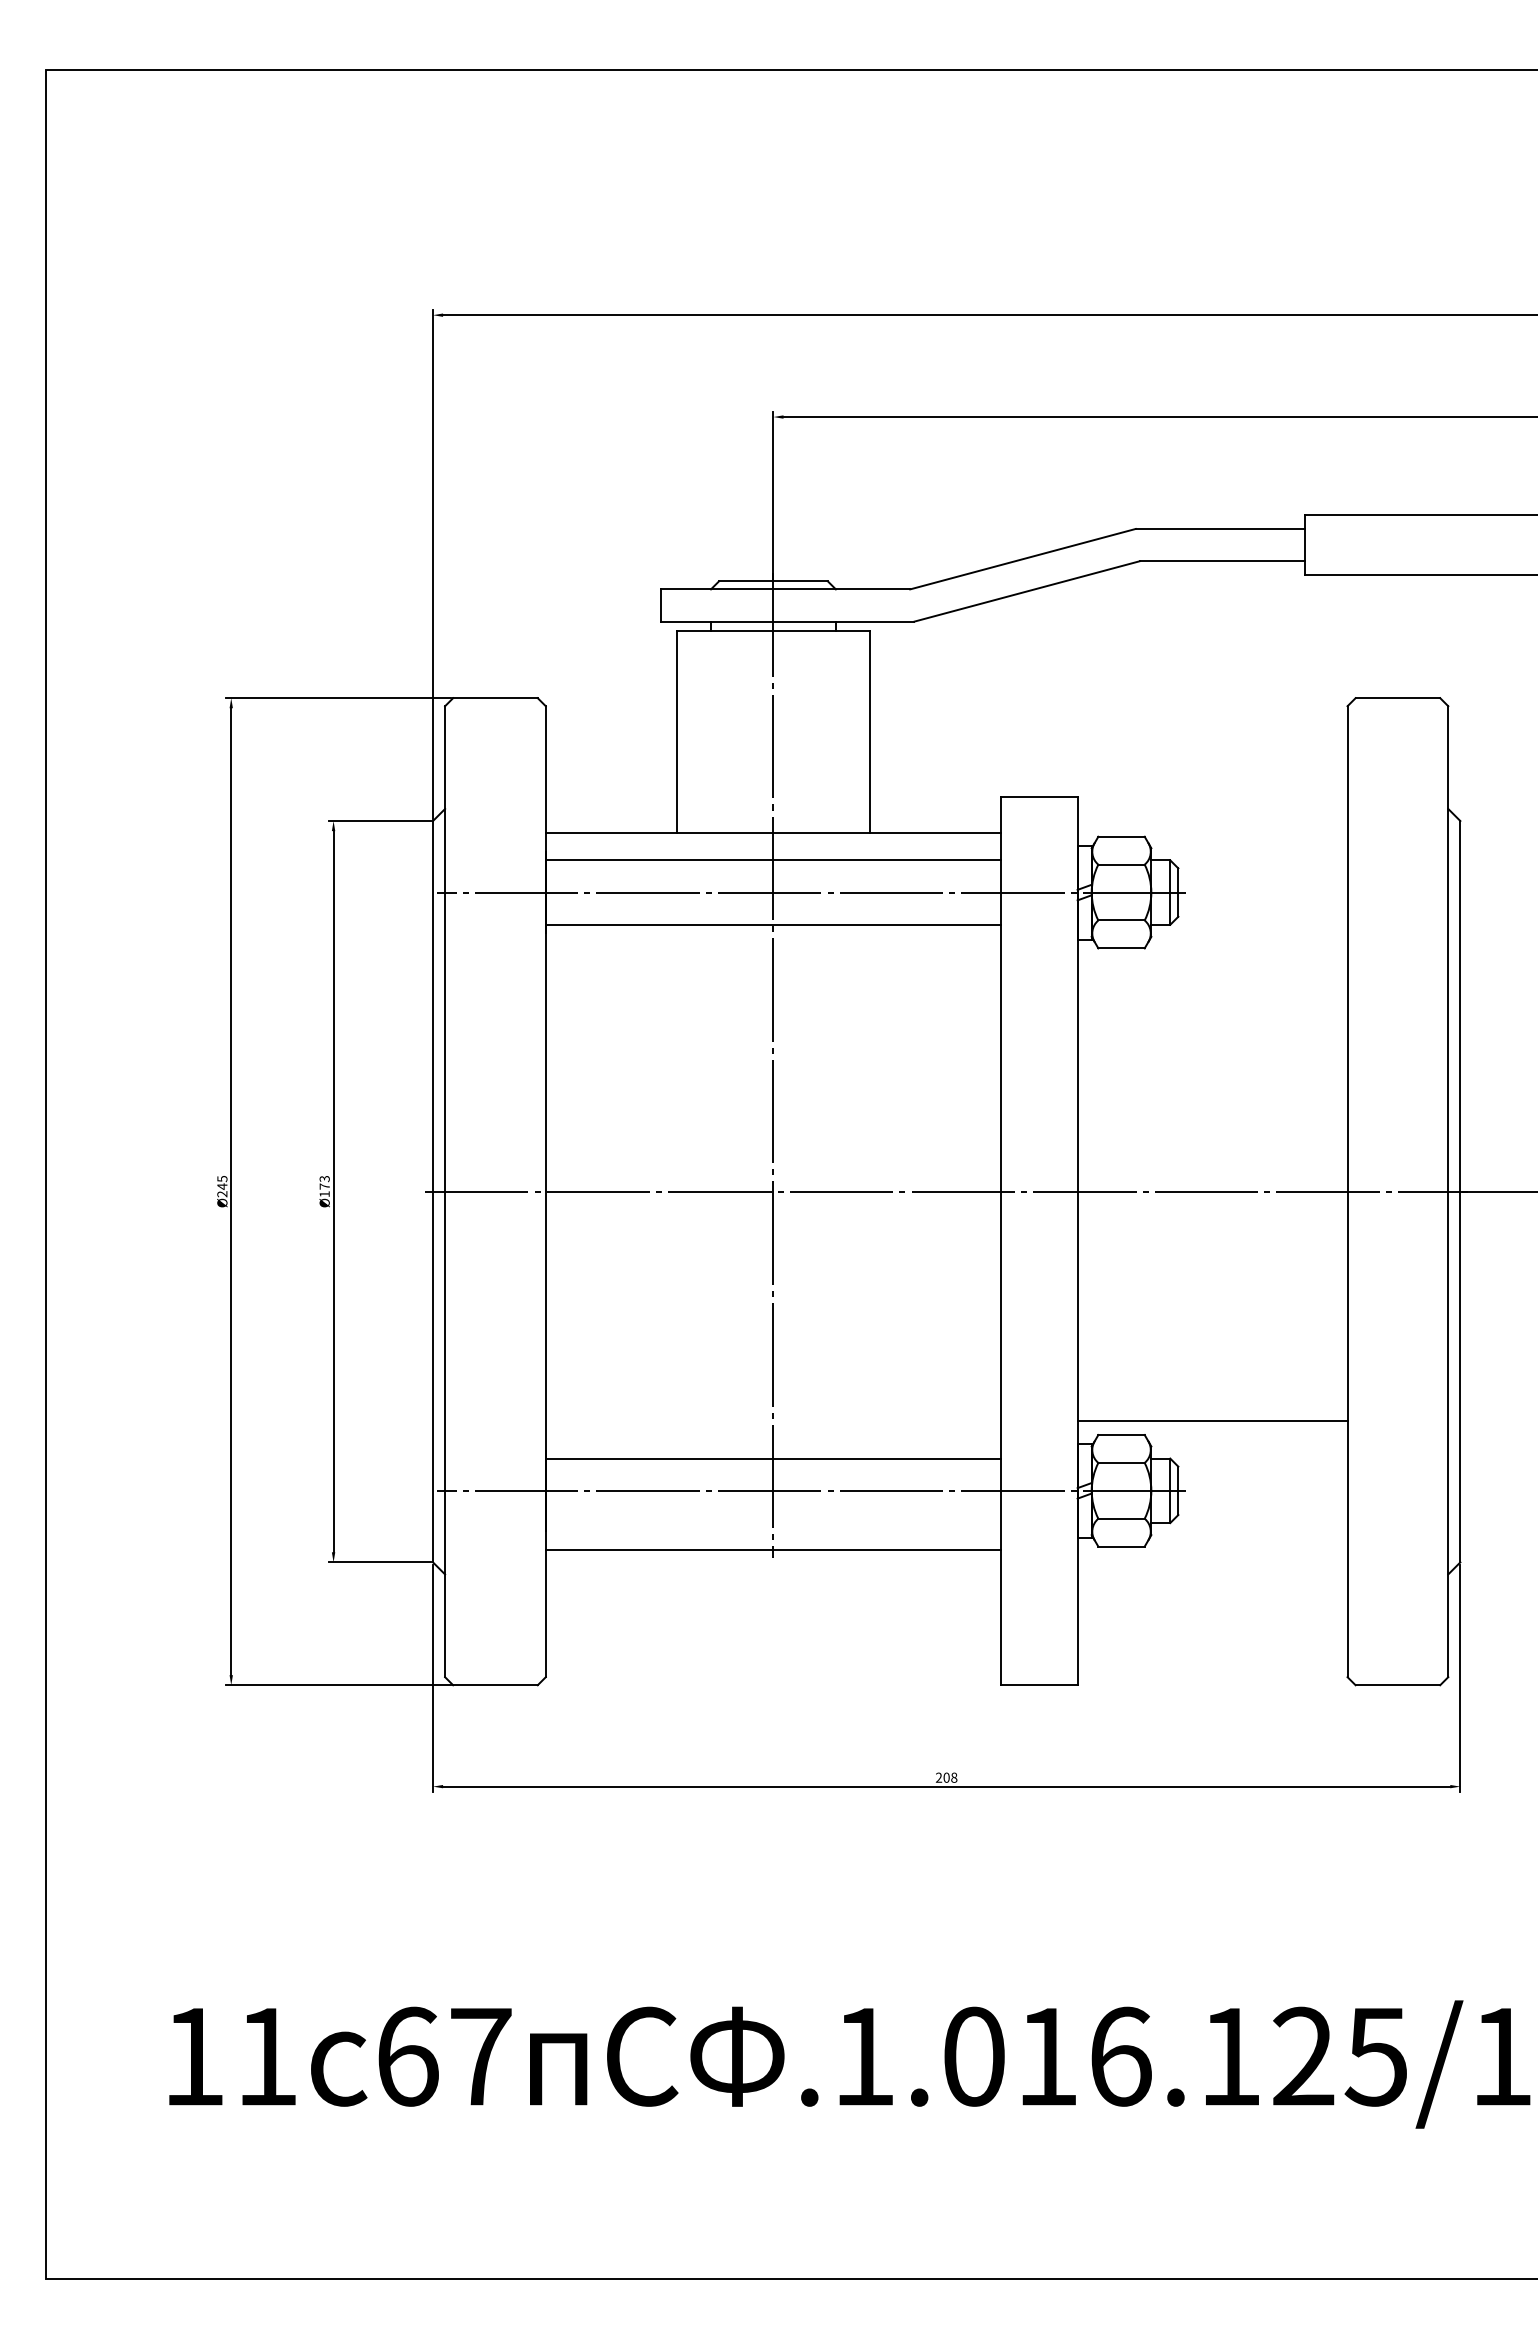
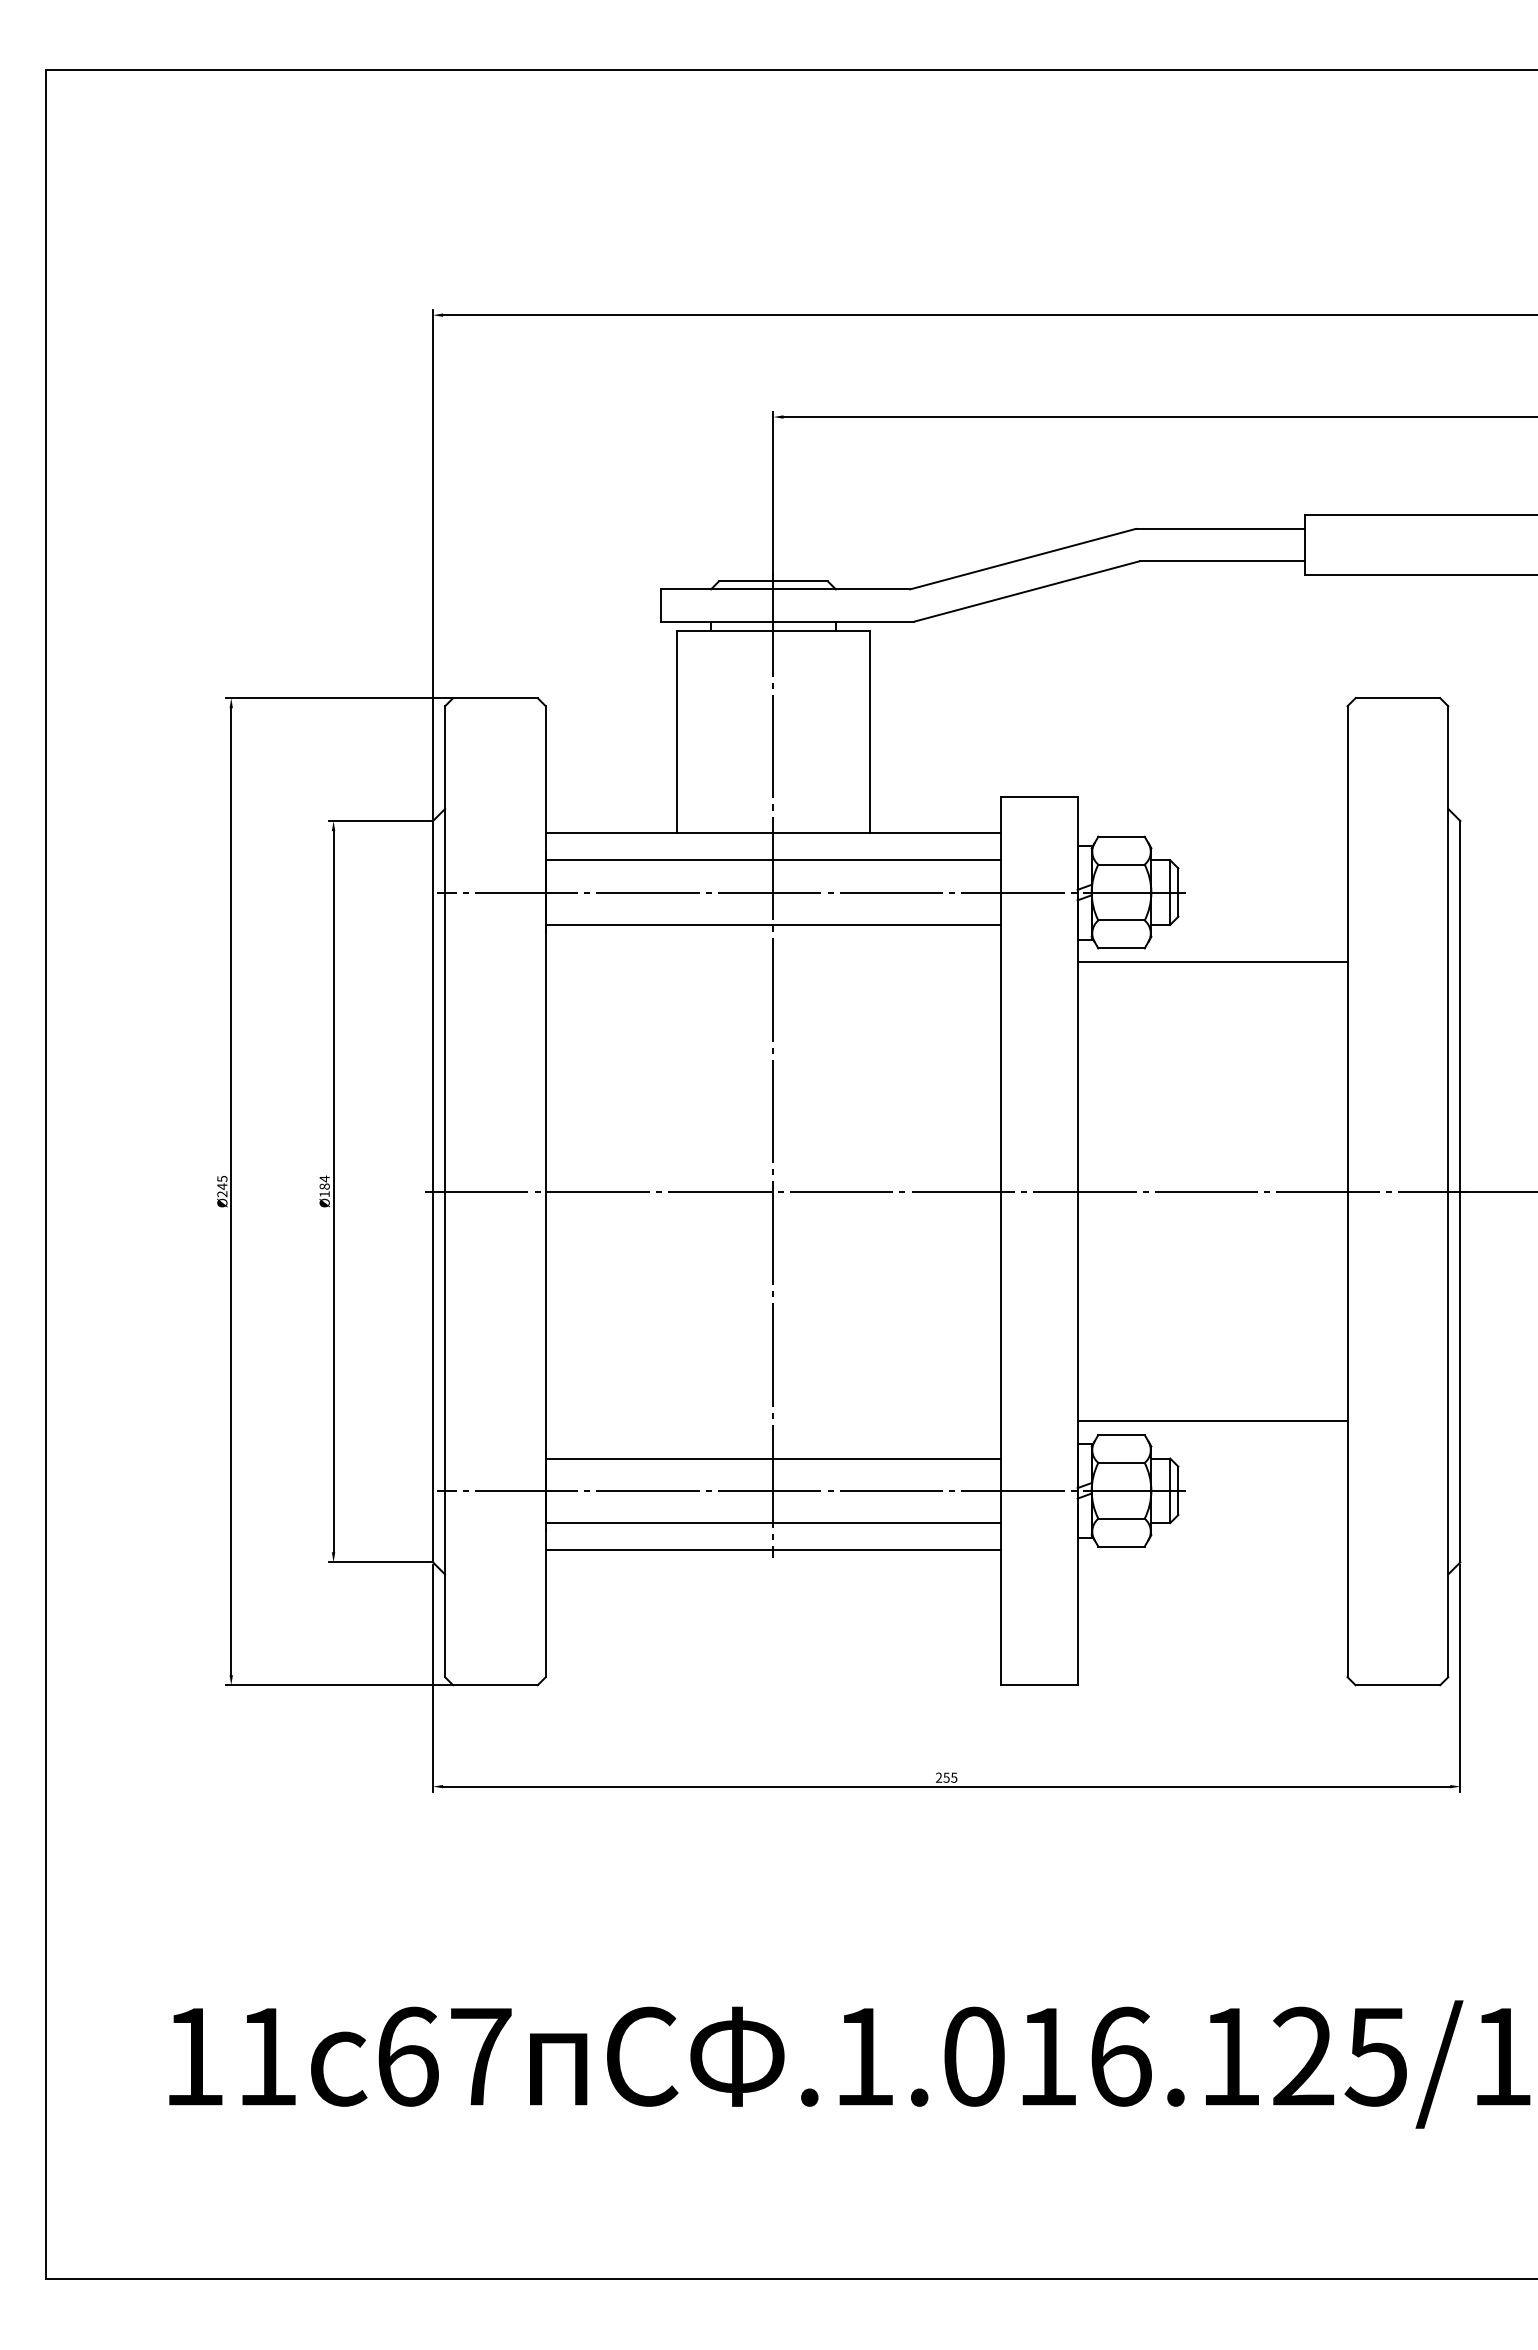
line at (1212, 962): none -> present
text at (324, 1182): Ø173 -> Ø184
line at (773, 1523): none -> present
text at (950, 1777): 208 -> 255
